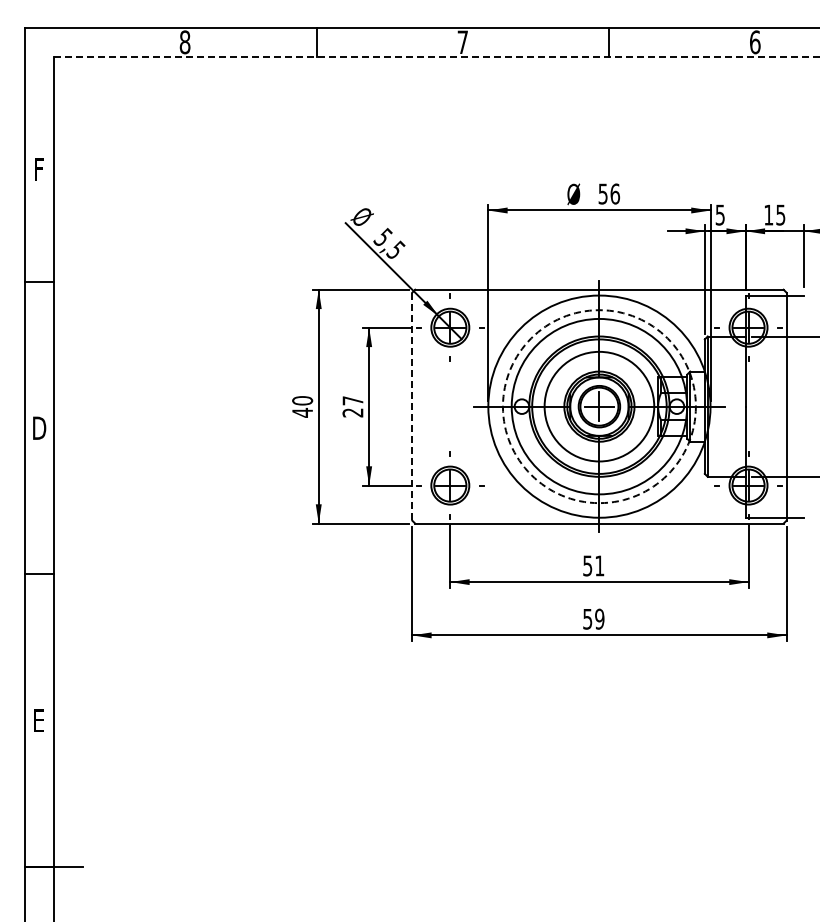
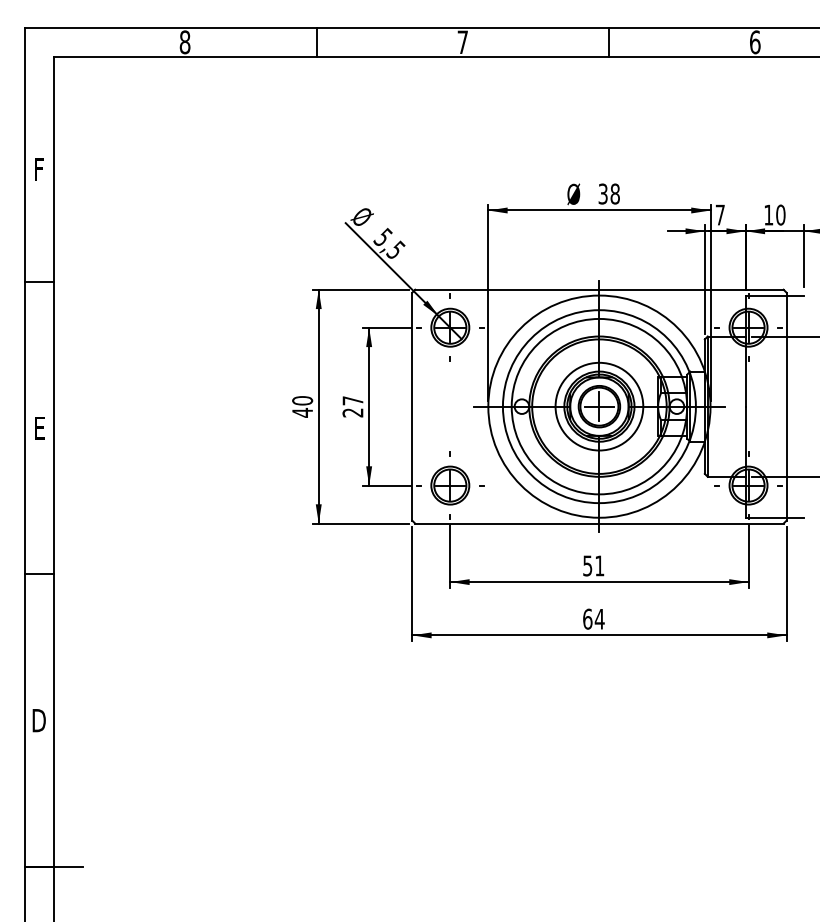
line at (436, 56): dashed -> solid
text at (609, 193): 56 -> 38
text at (719, 214): 5 -> 7
text at (780, 214): 15 -> 10
circle at (598, 406): dashed -> solid
circle at (599, 406) diameter: 110 px -> 88 px
line at (412, 407): dashed -> solid
text at (39, 427): D -> E
text at (593, 618): 59 -> 64
text at (38, 720): E -> D
